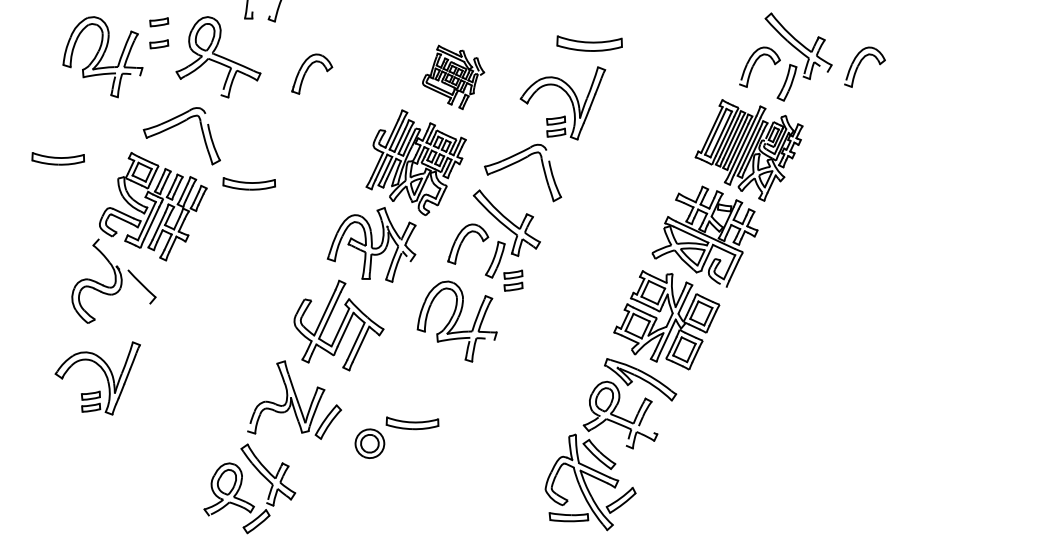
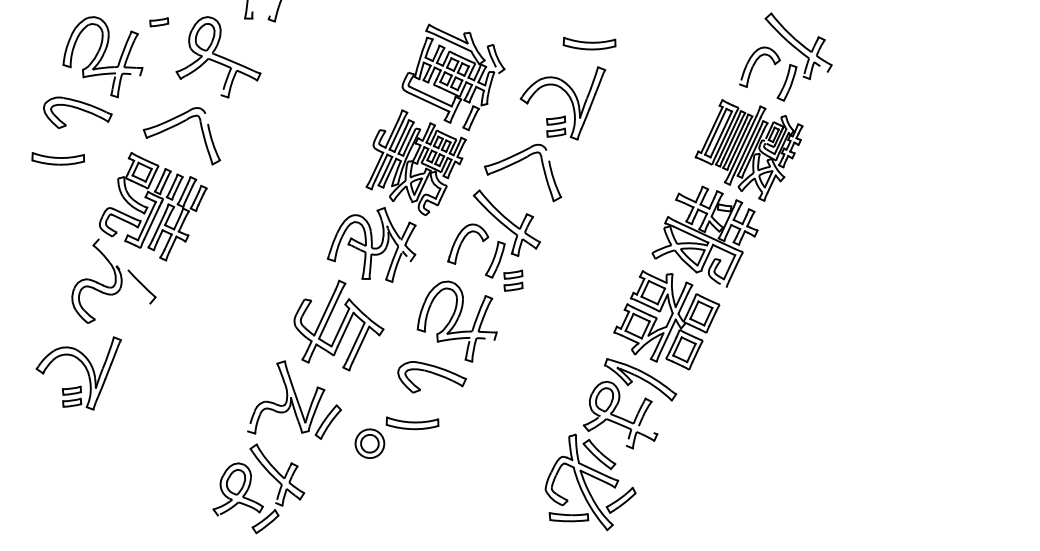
part at (589, 43) size: 67x17 px -> 55x15 px
part at (159, 44): present -> none
part at (864, 66): present -> none
part at (312, 73): present -> none
part at (453, 76) size: 64x66 px -> 105x109 px
part at (77, 112): none -> present
part at (248, 183): present -> none
part at (104, 374) position: (104, 374) -> (85, 369)
part at (432, 377): none -> present
part at (241, 486) position: (241, 486) -> (250, 486)
